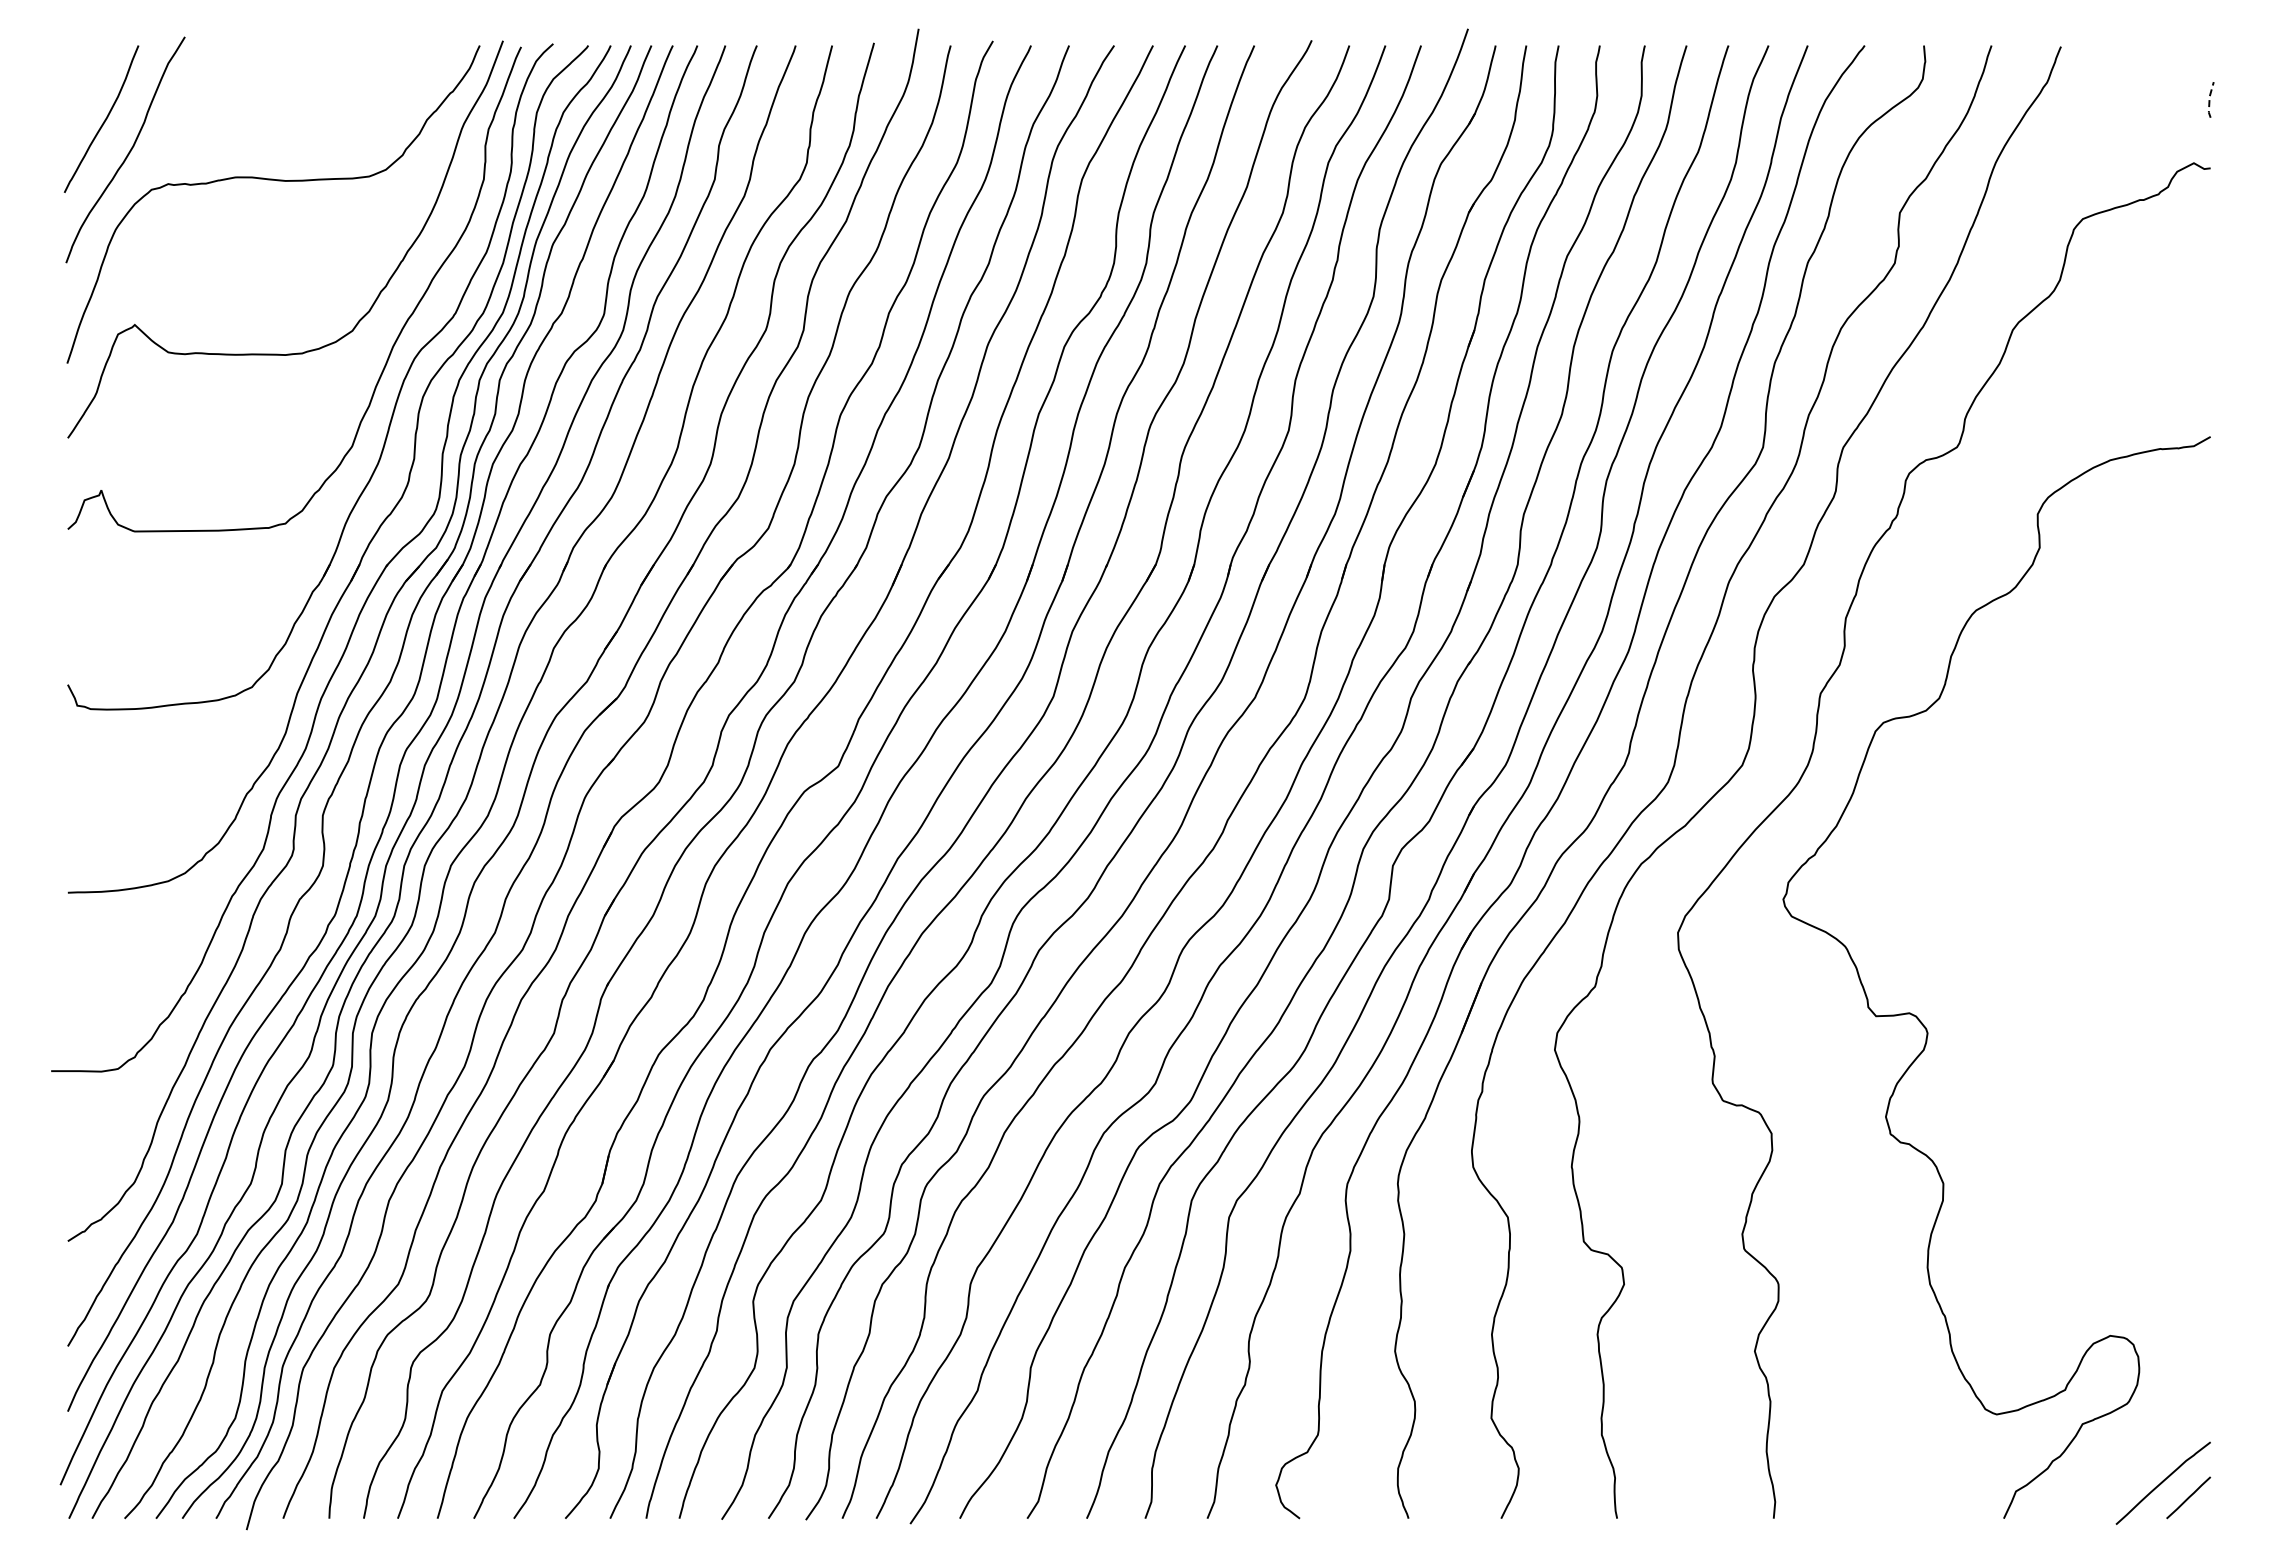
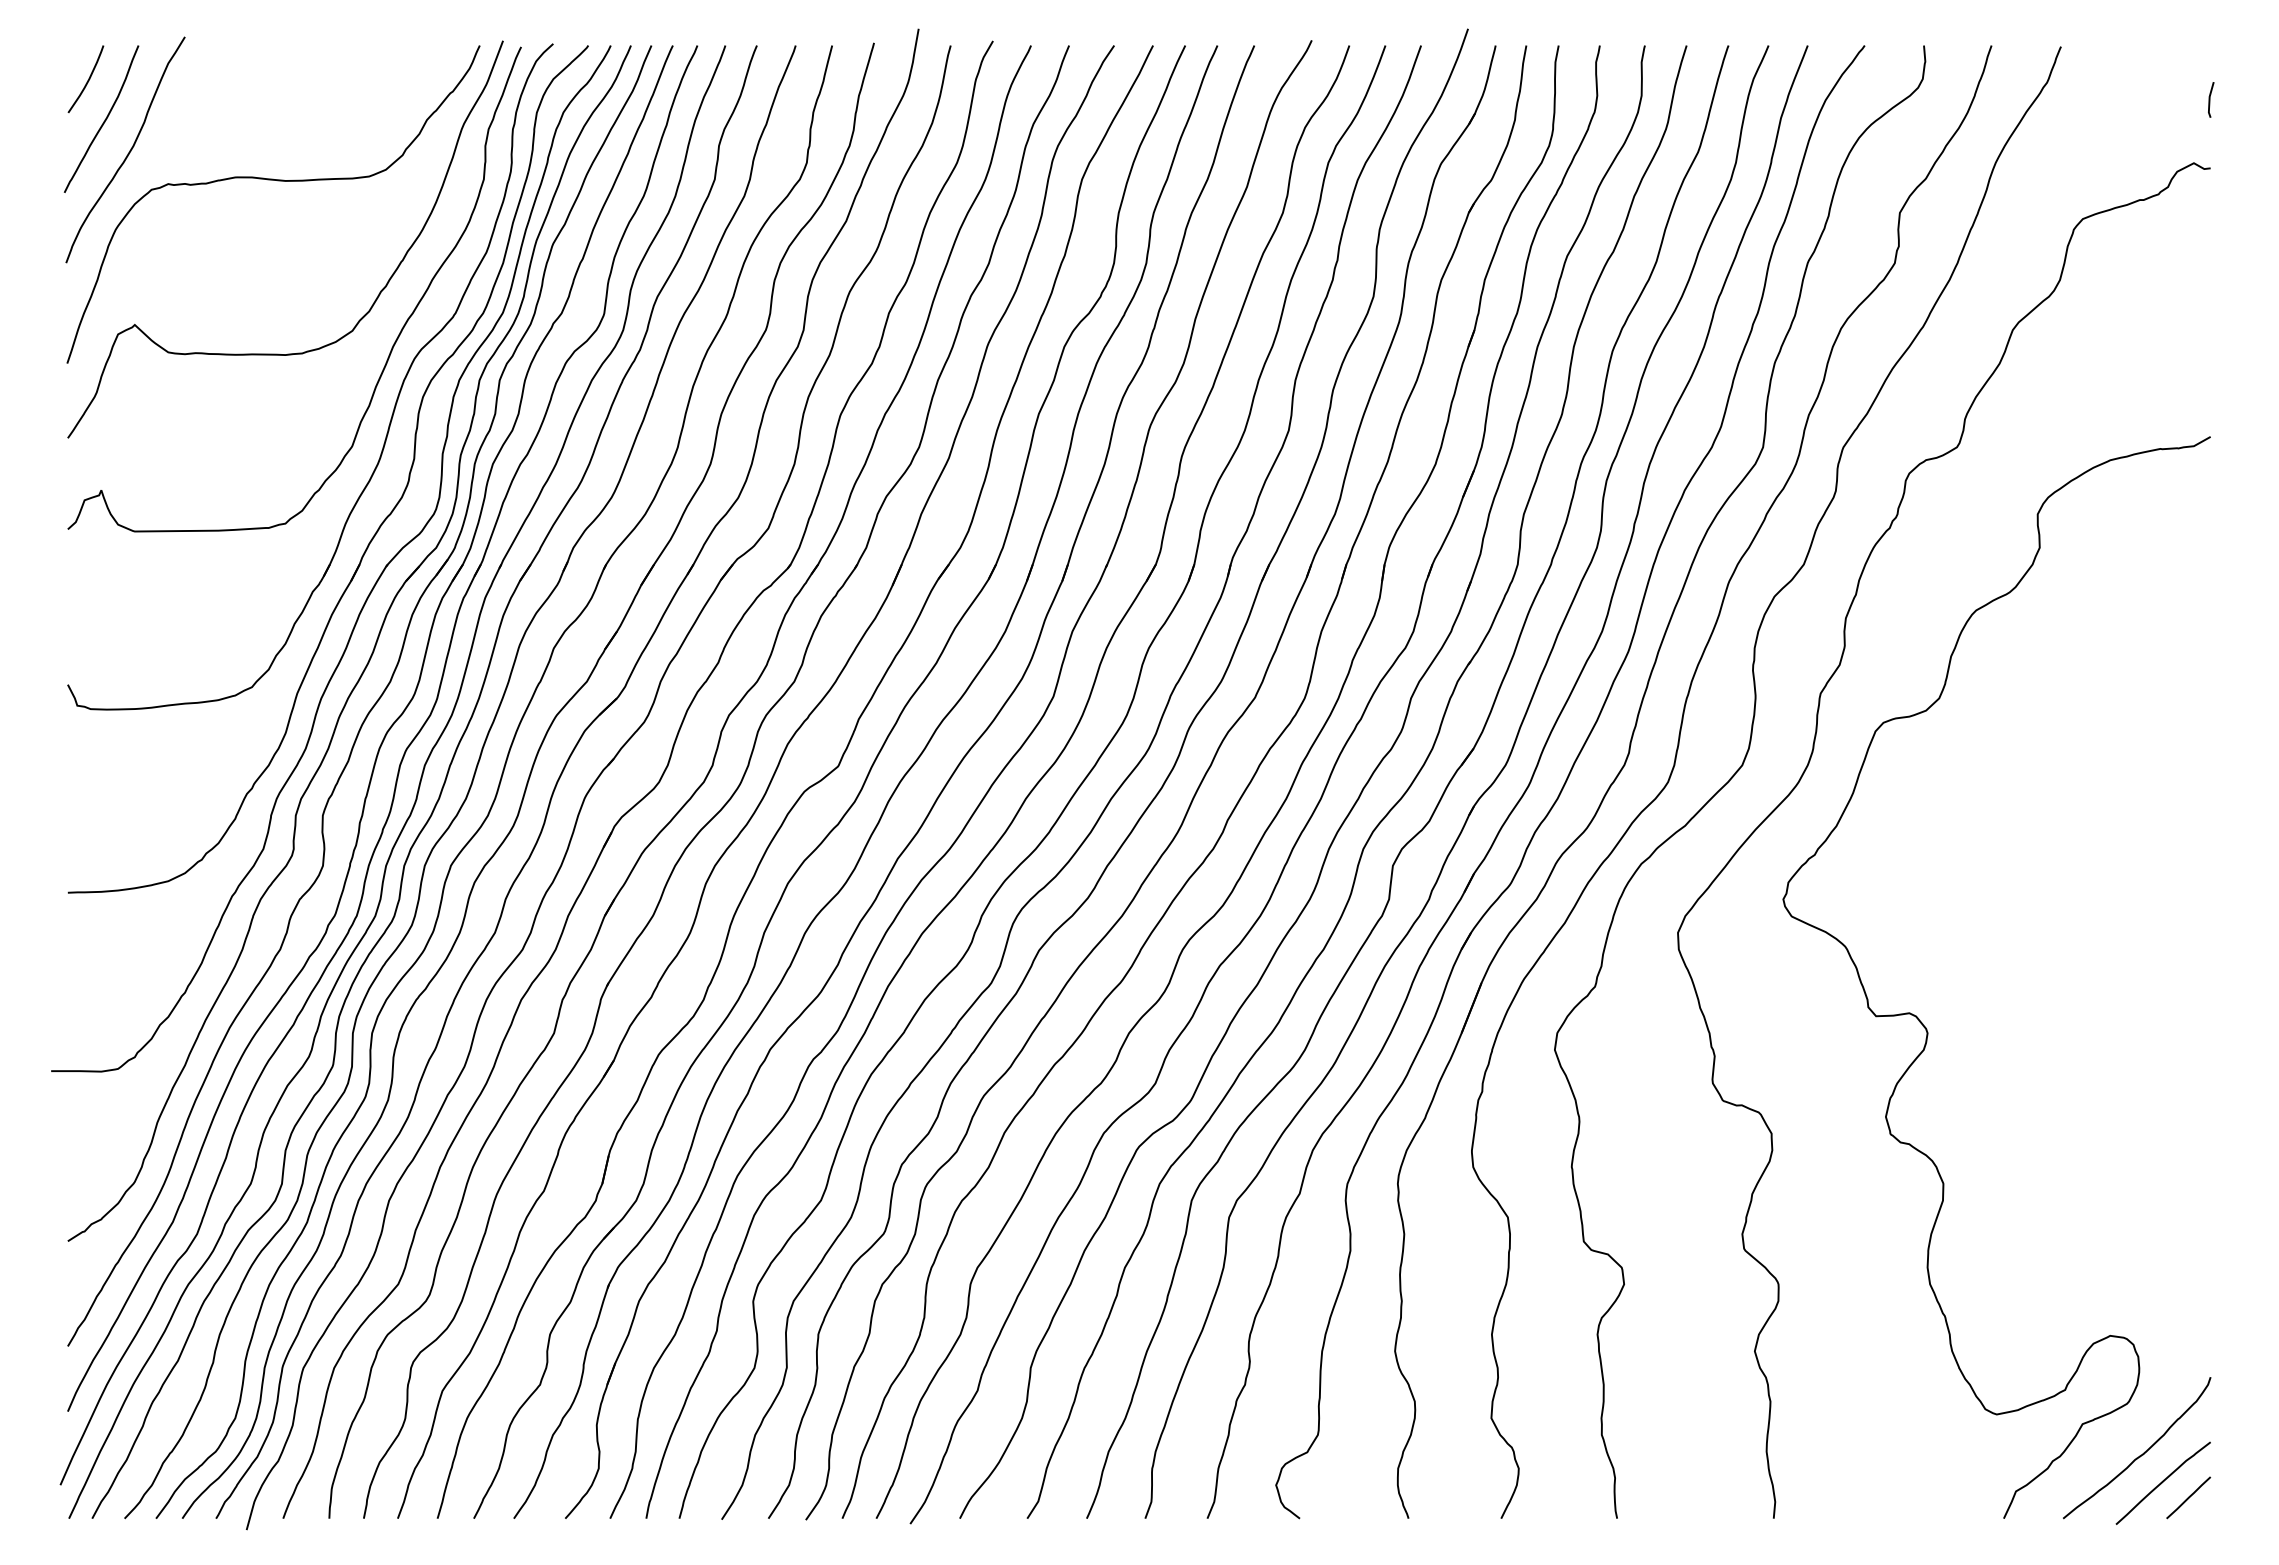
curve at (87, 80): none -> present
line at (2209, 99): dashed -> solid
curve at (2142, 1453): none -> present
